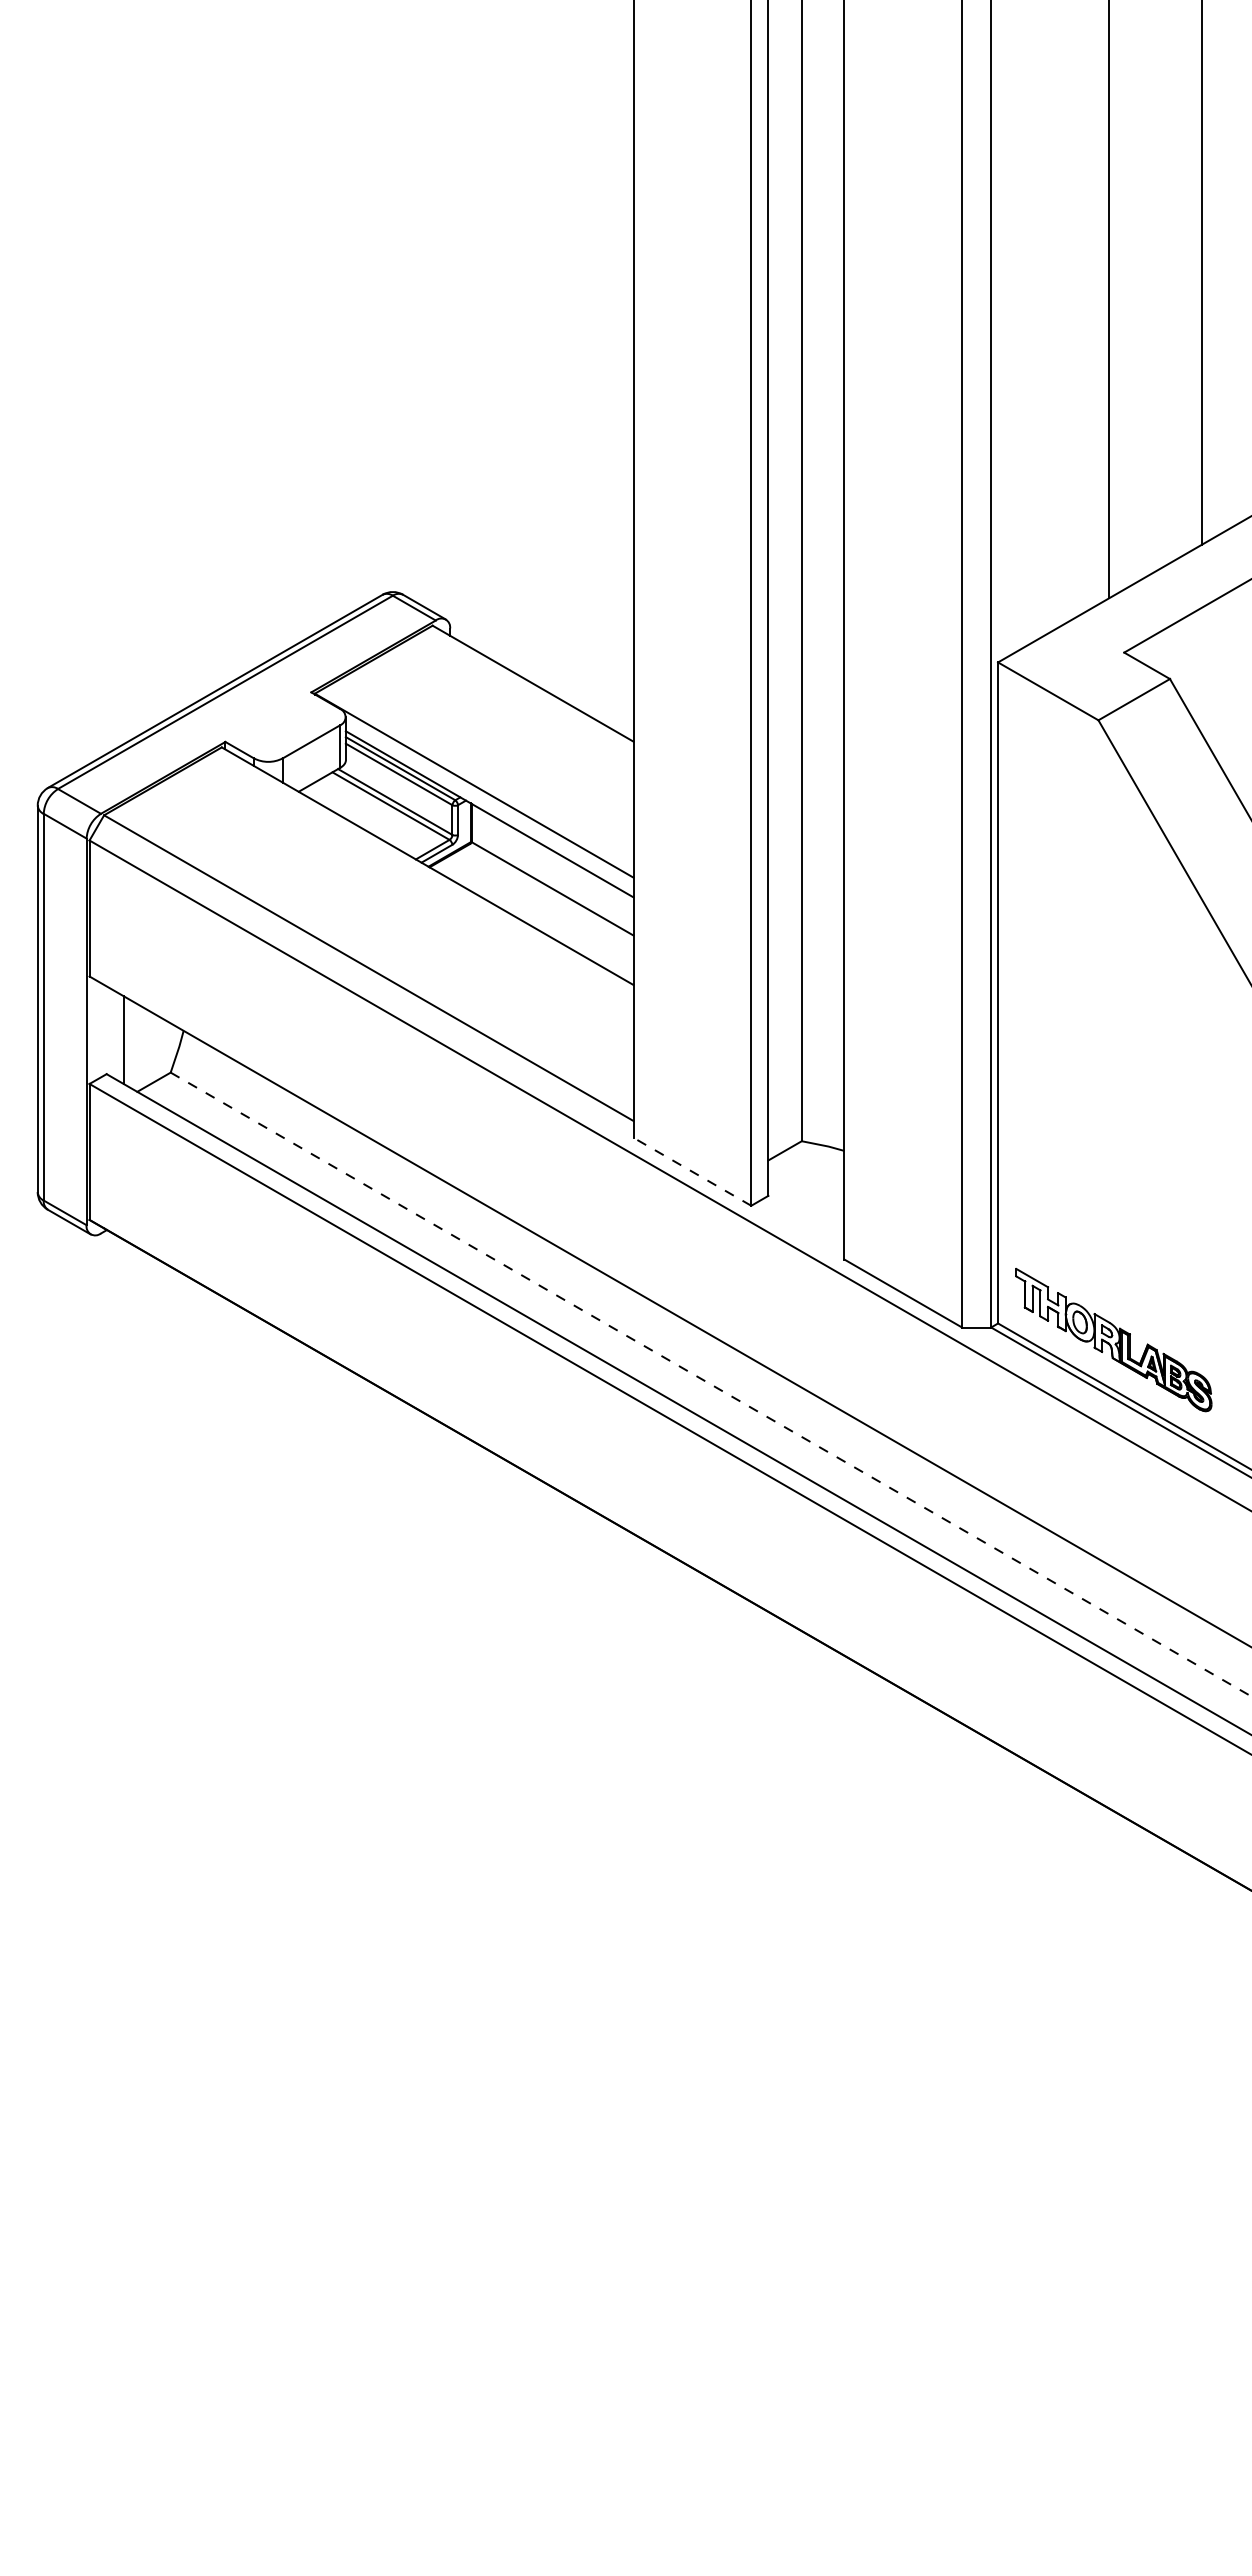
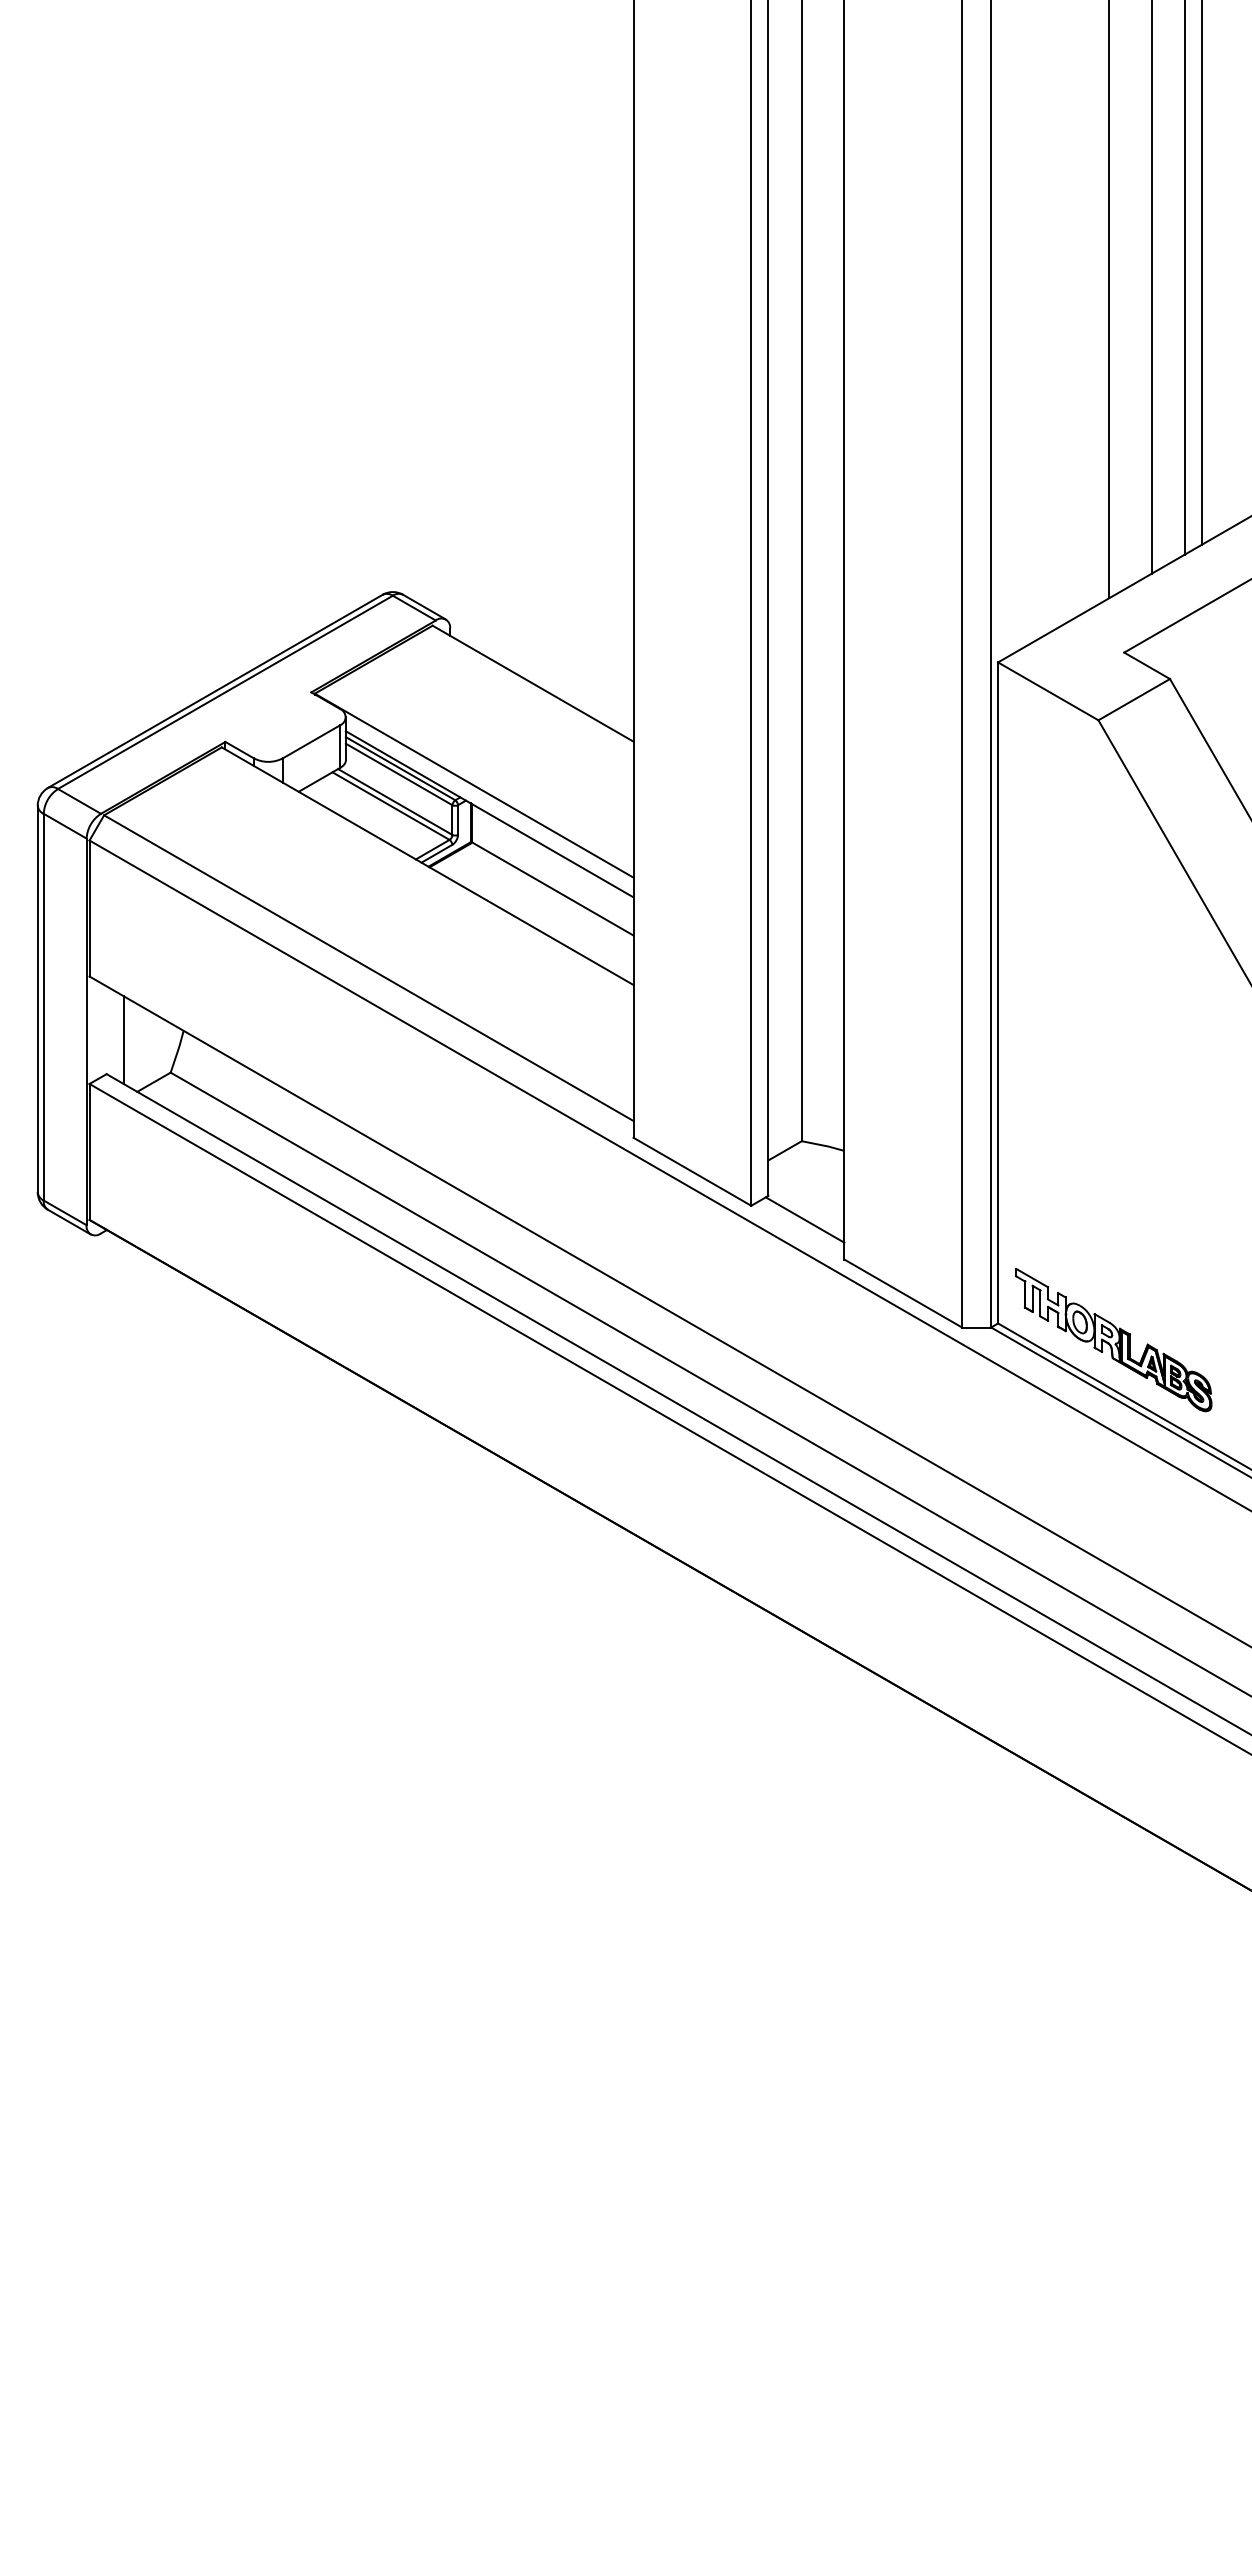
line at (1184, 278): none -> present
line at (1151, 287): none -> present
line at (692, 1171): dashed -> solid
line at (804, 1219): none -> present
line at (711, 1384): dashed -> solid
